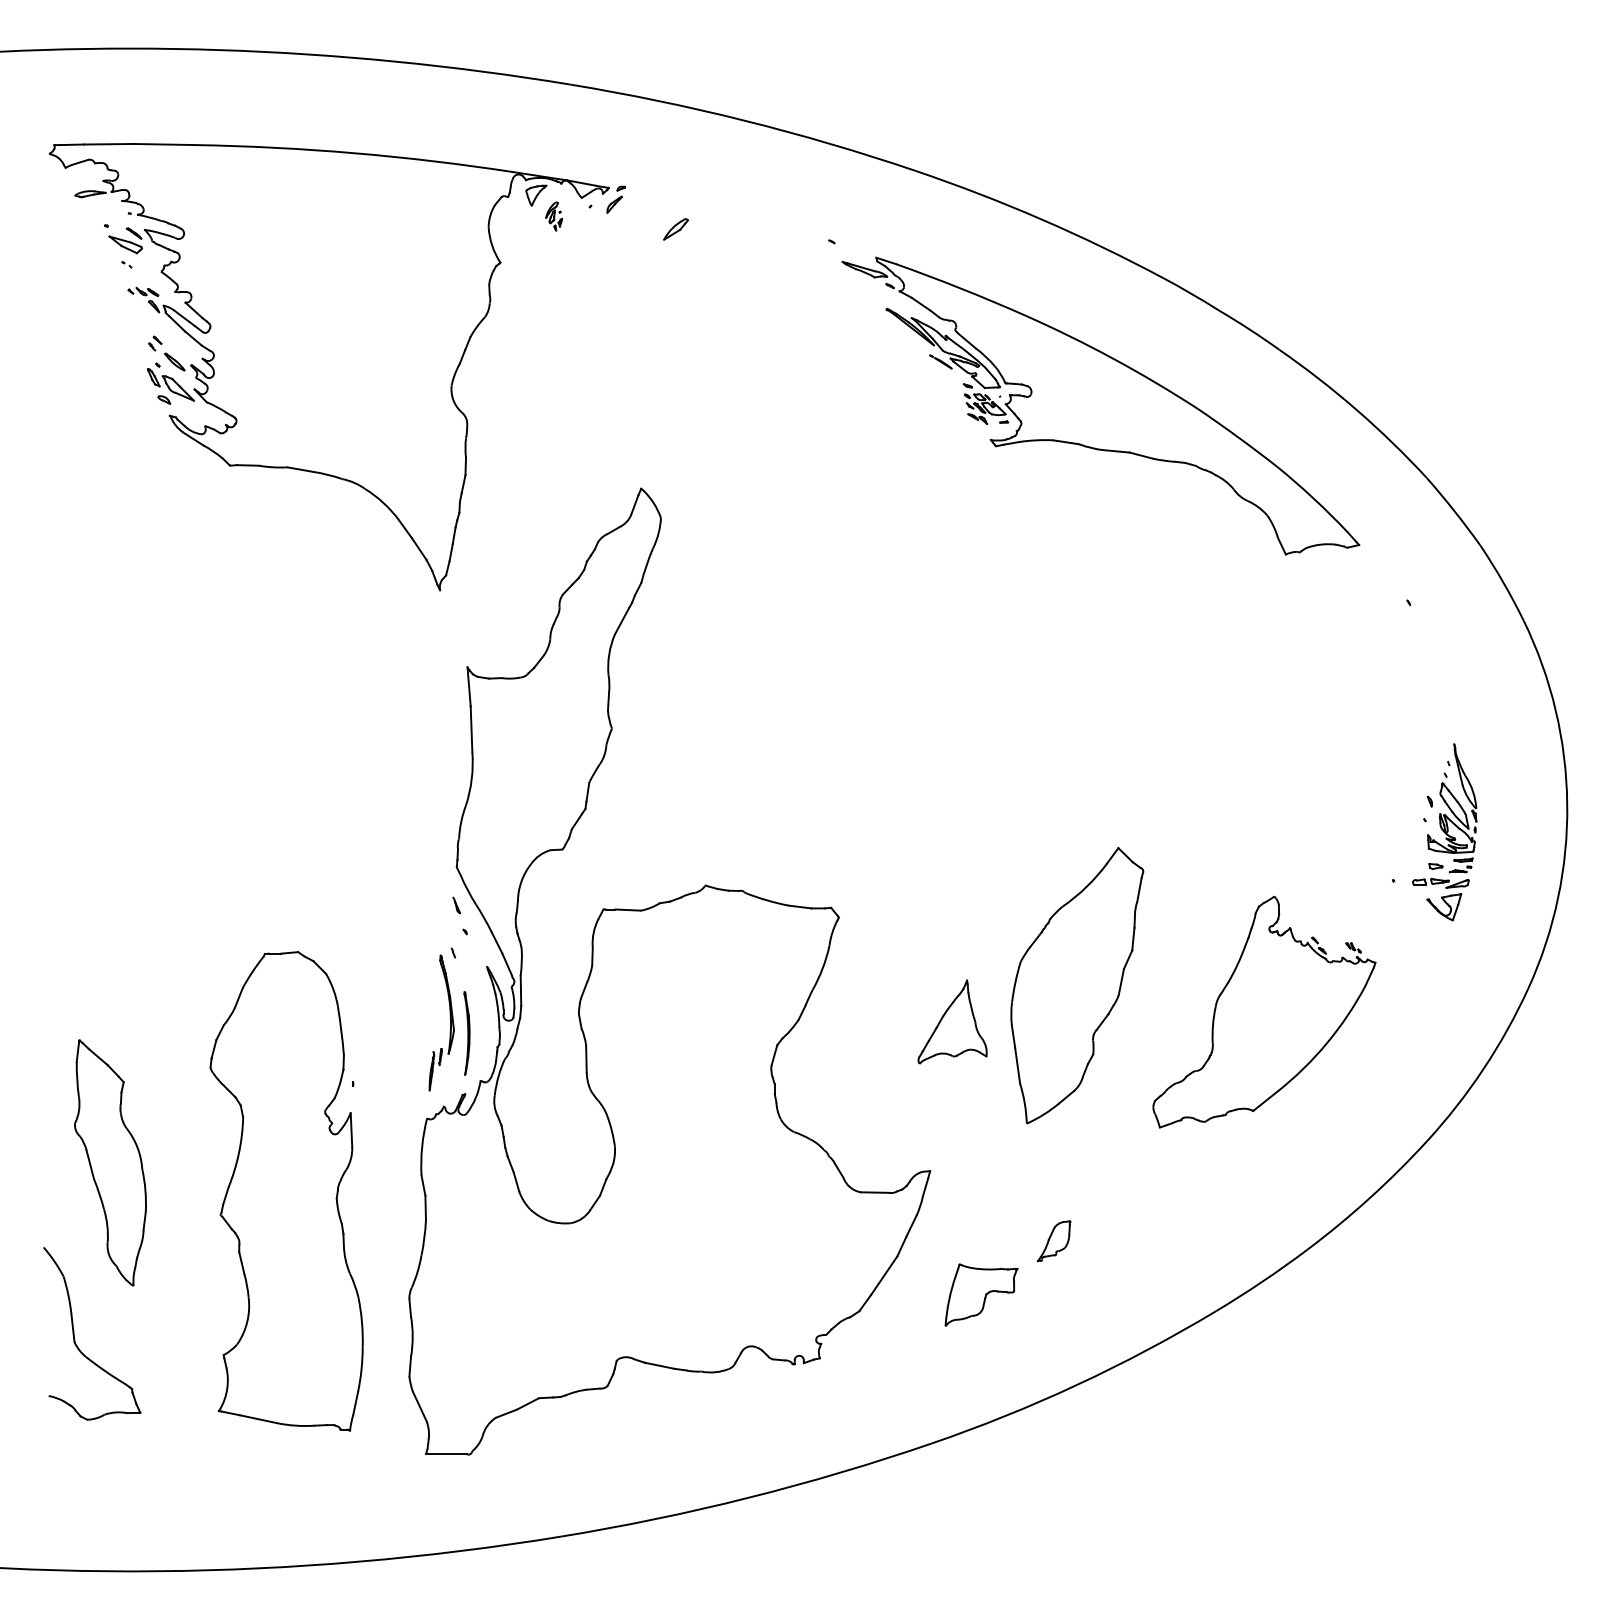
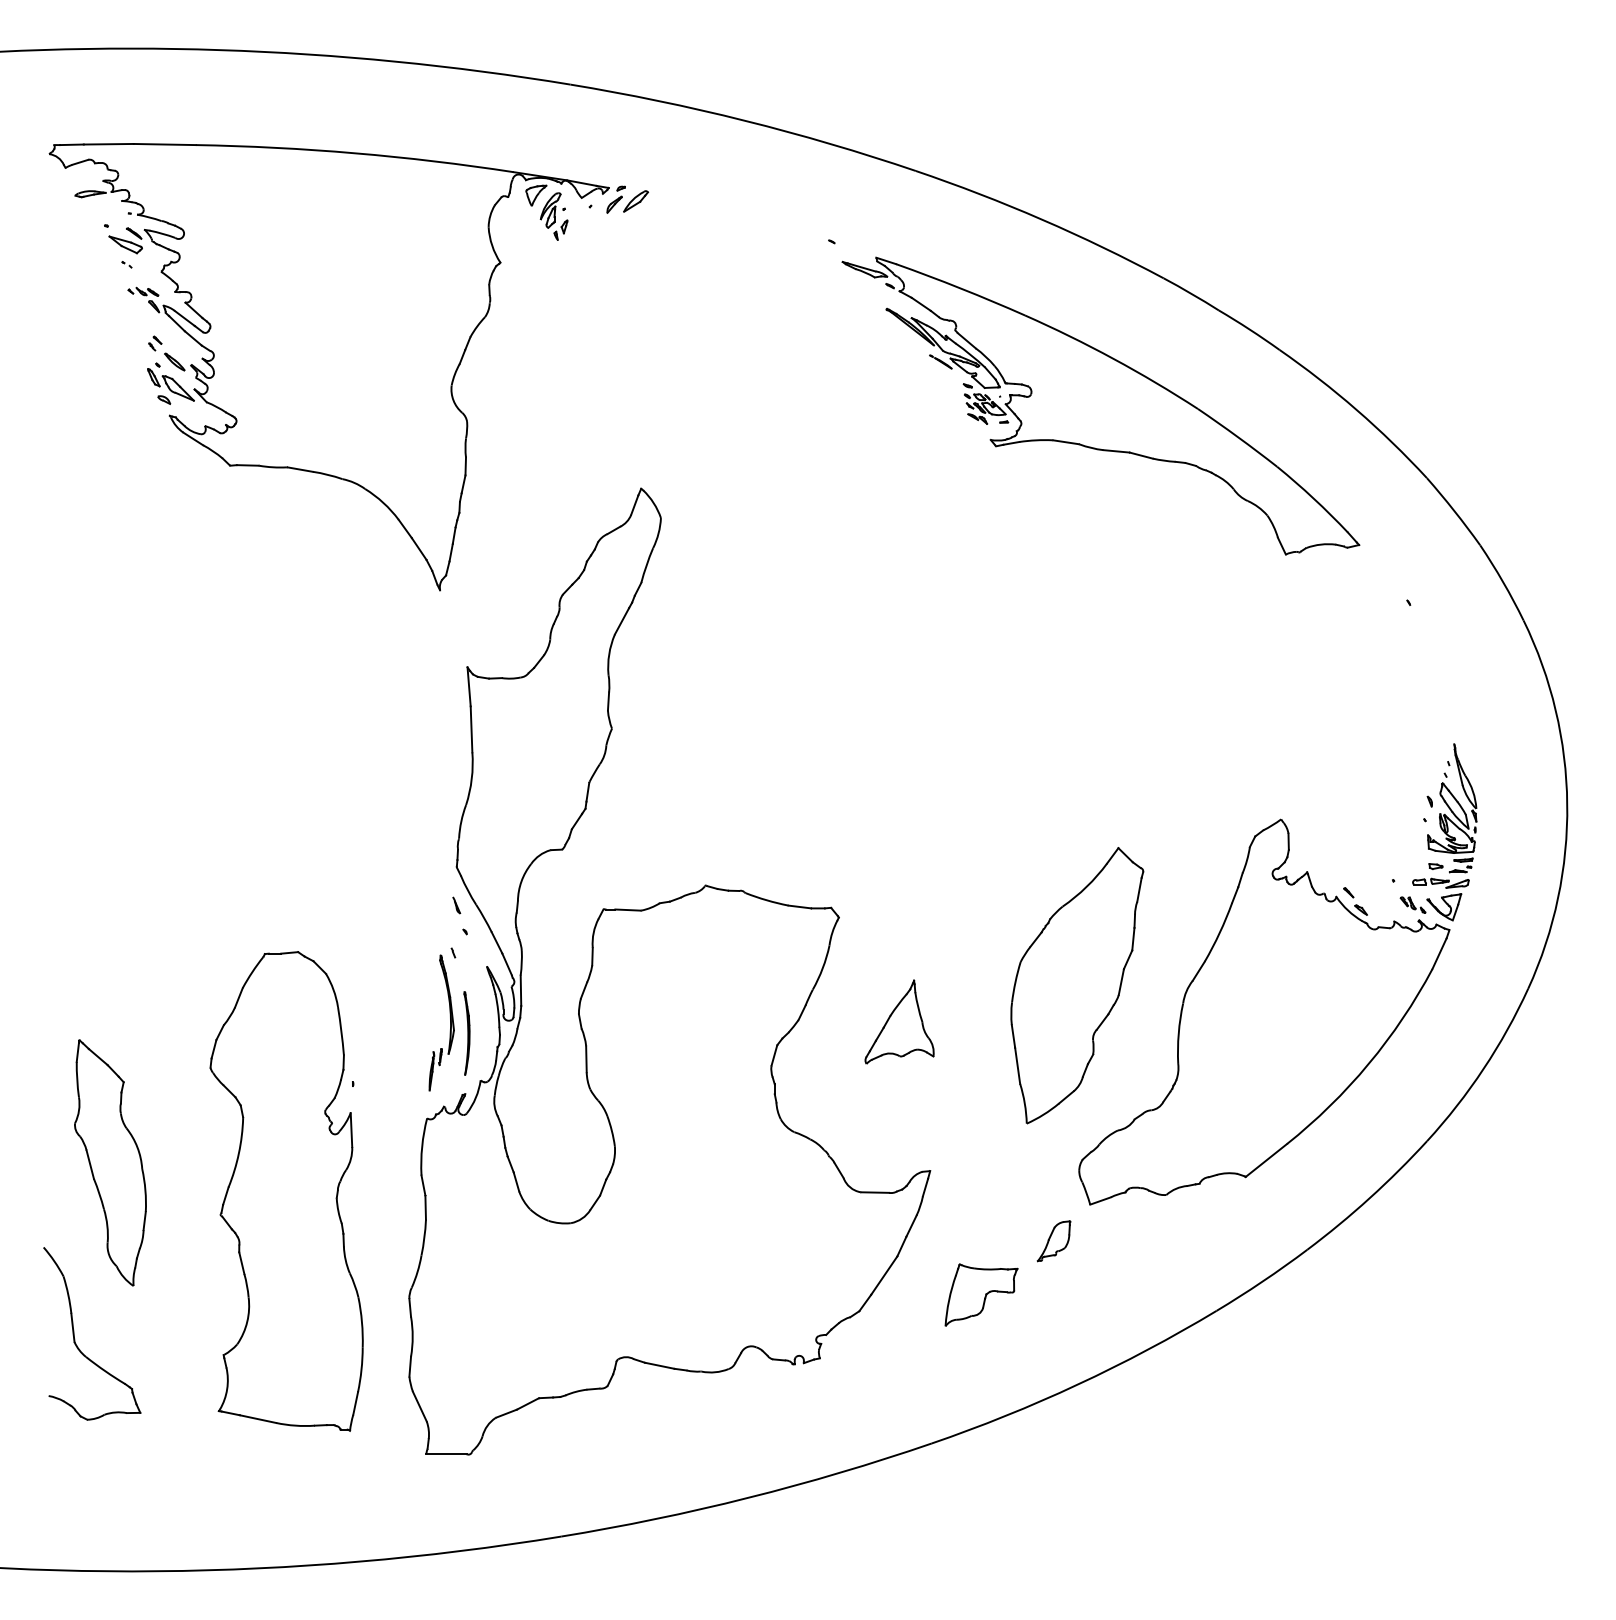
part at (554, 216) size: 19x31 px -> 30x49 px
part at (675, 229) position: (675, 229) -> (635, 201)
part at (1264, 1012) size: 225x233 px -> 373x388 px
part at (952, 1021) position: (952, 1021) -> (899, 1021)
